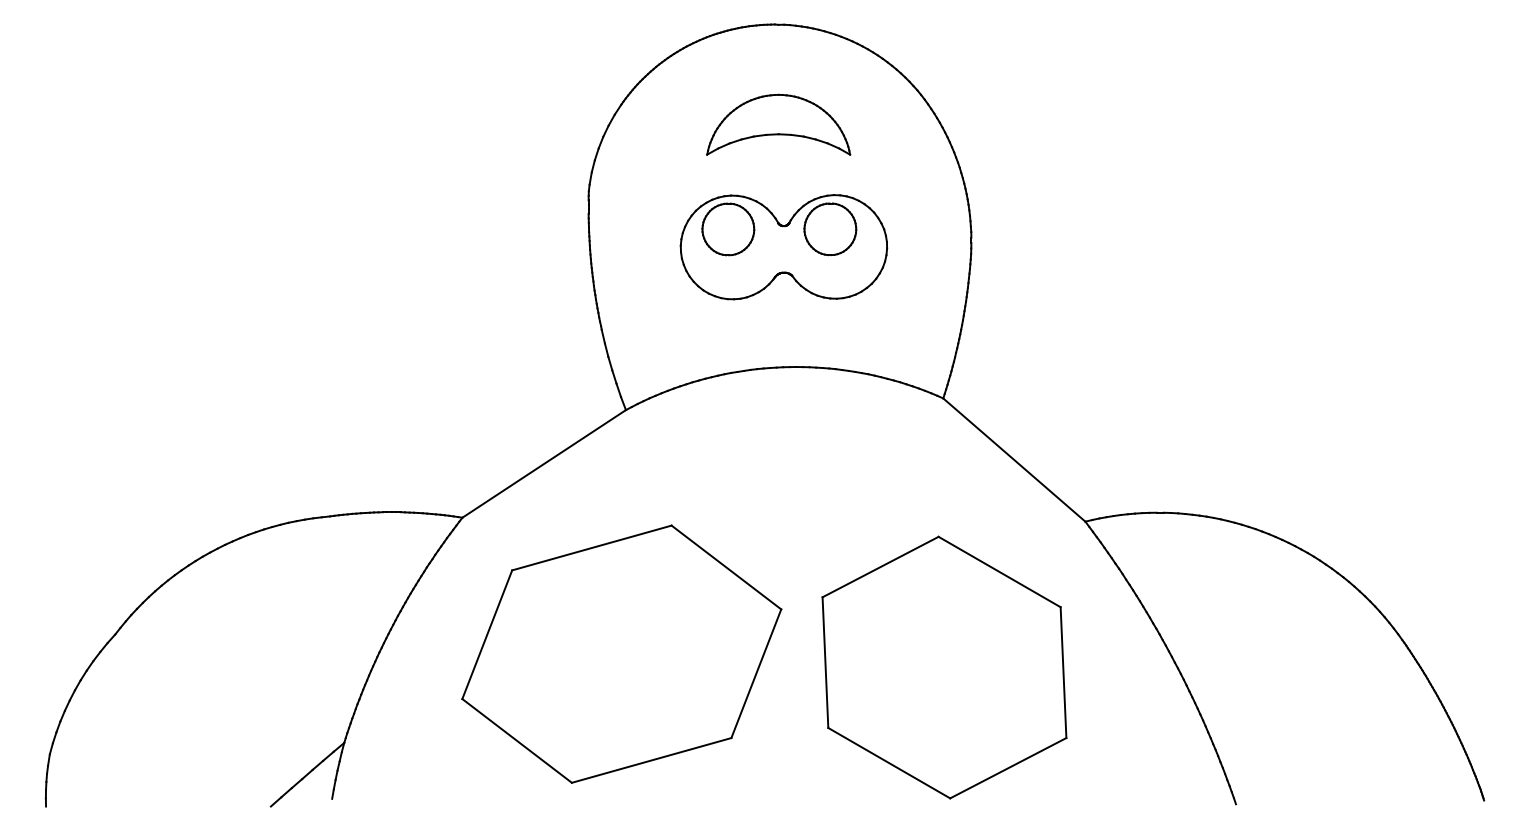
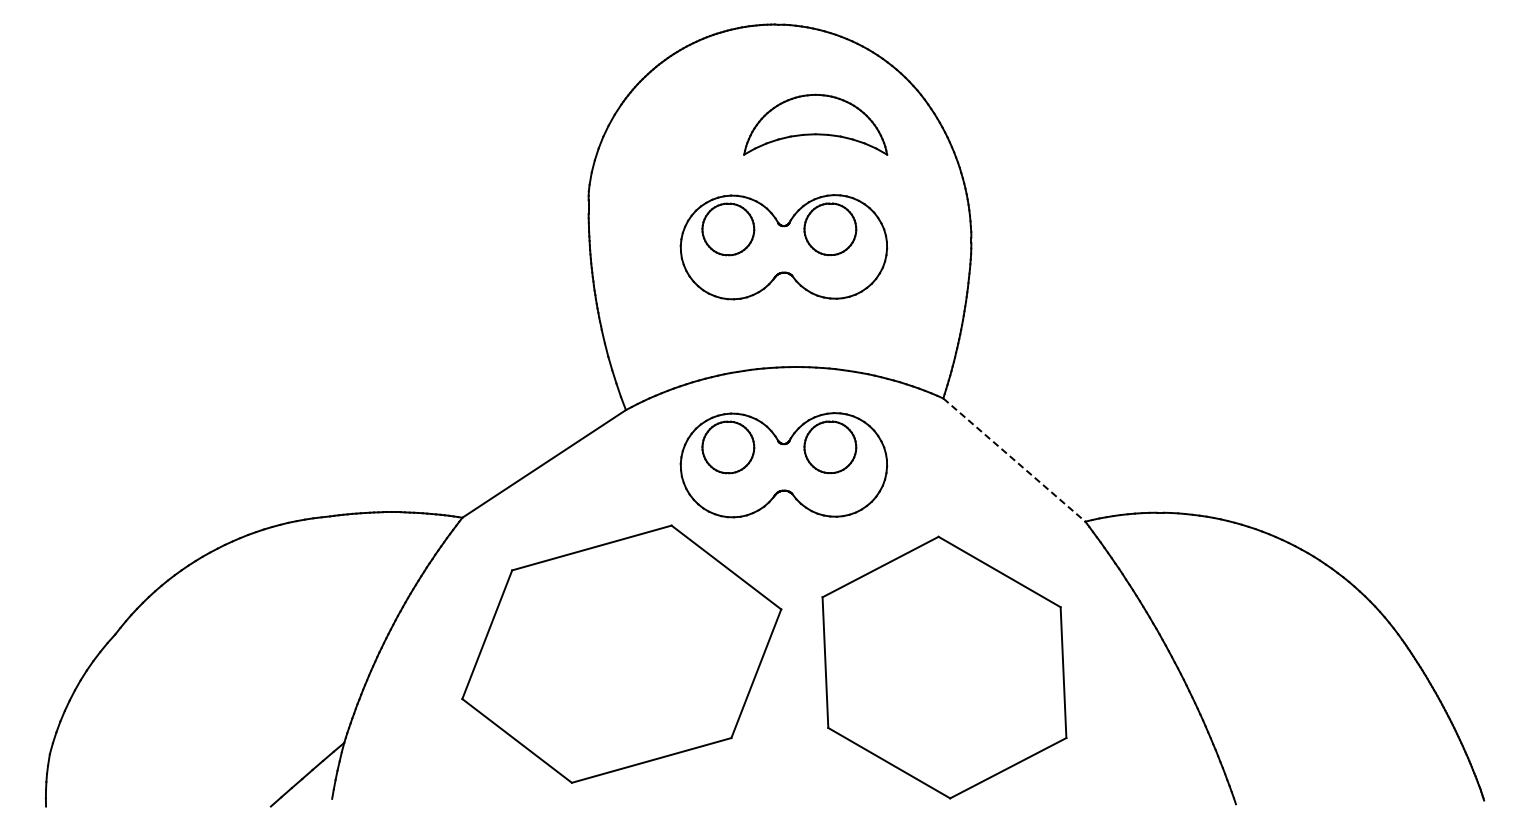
part at (778, 124) position: (778, 124) -> (815, 124)
line at (1014, 460): solid -> dashed
part at (783, 465): none -> present
